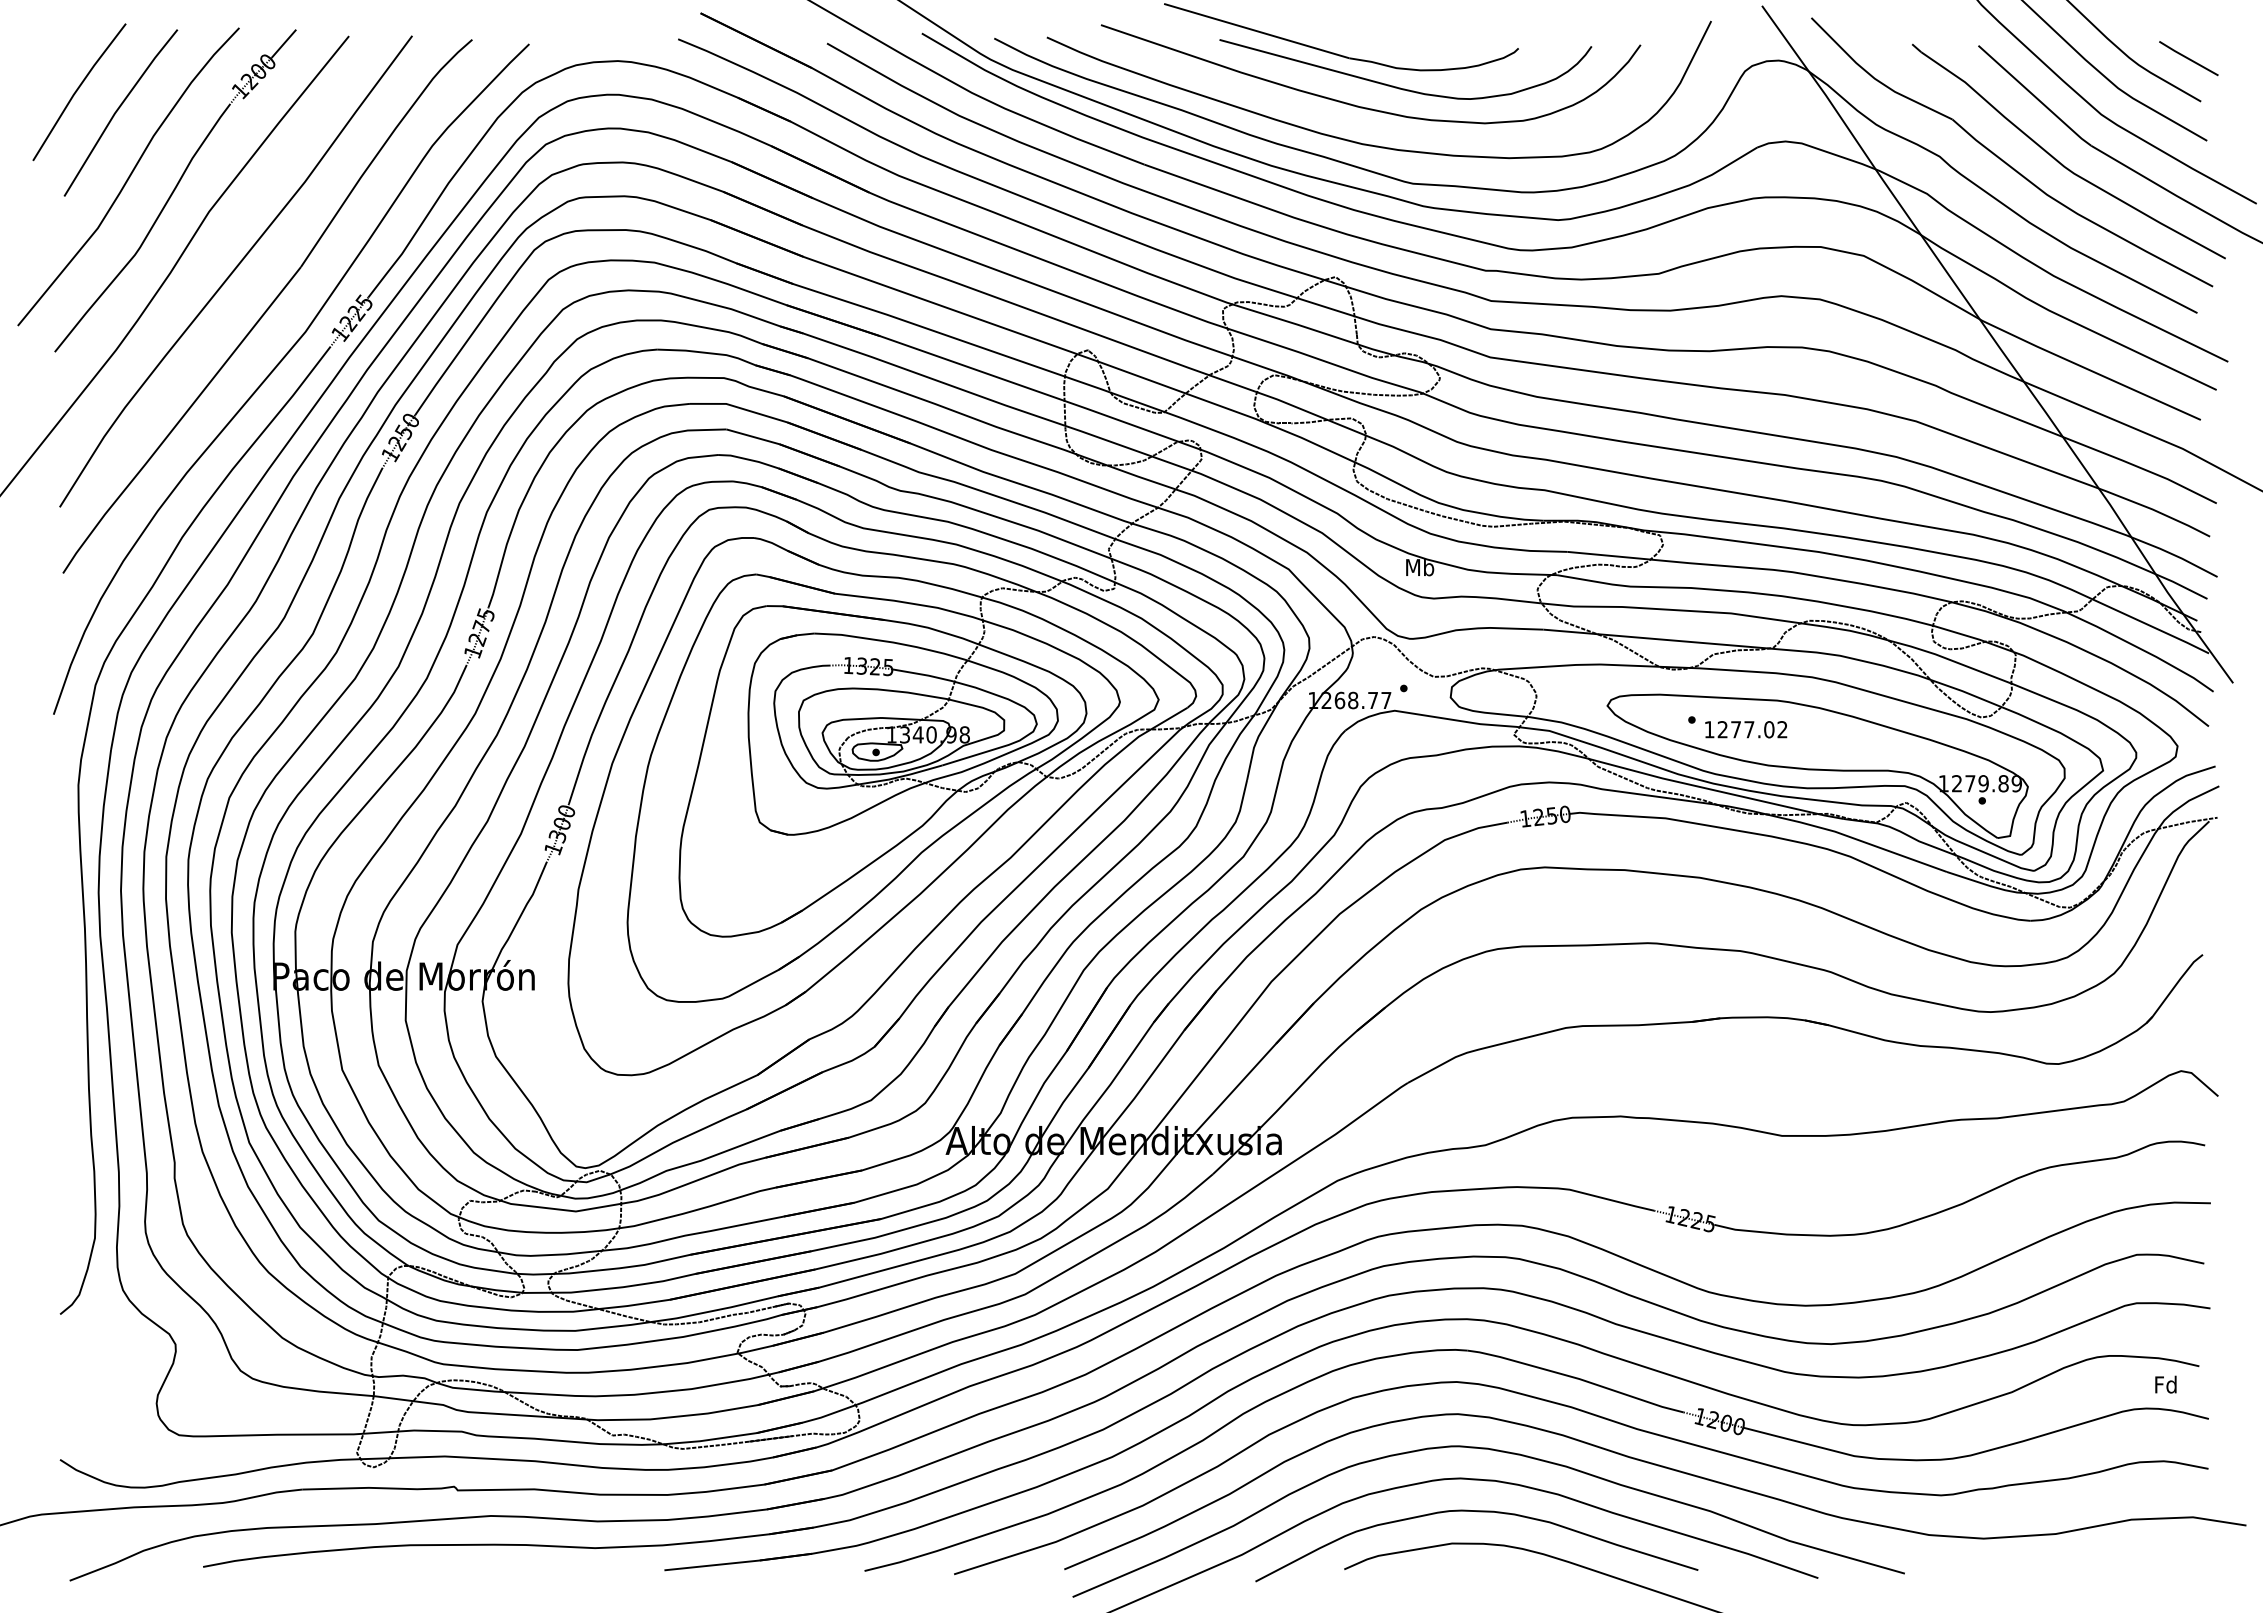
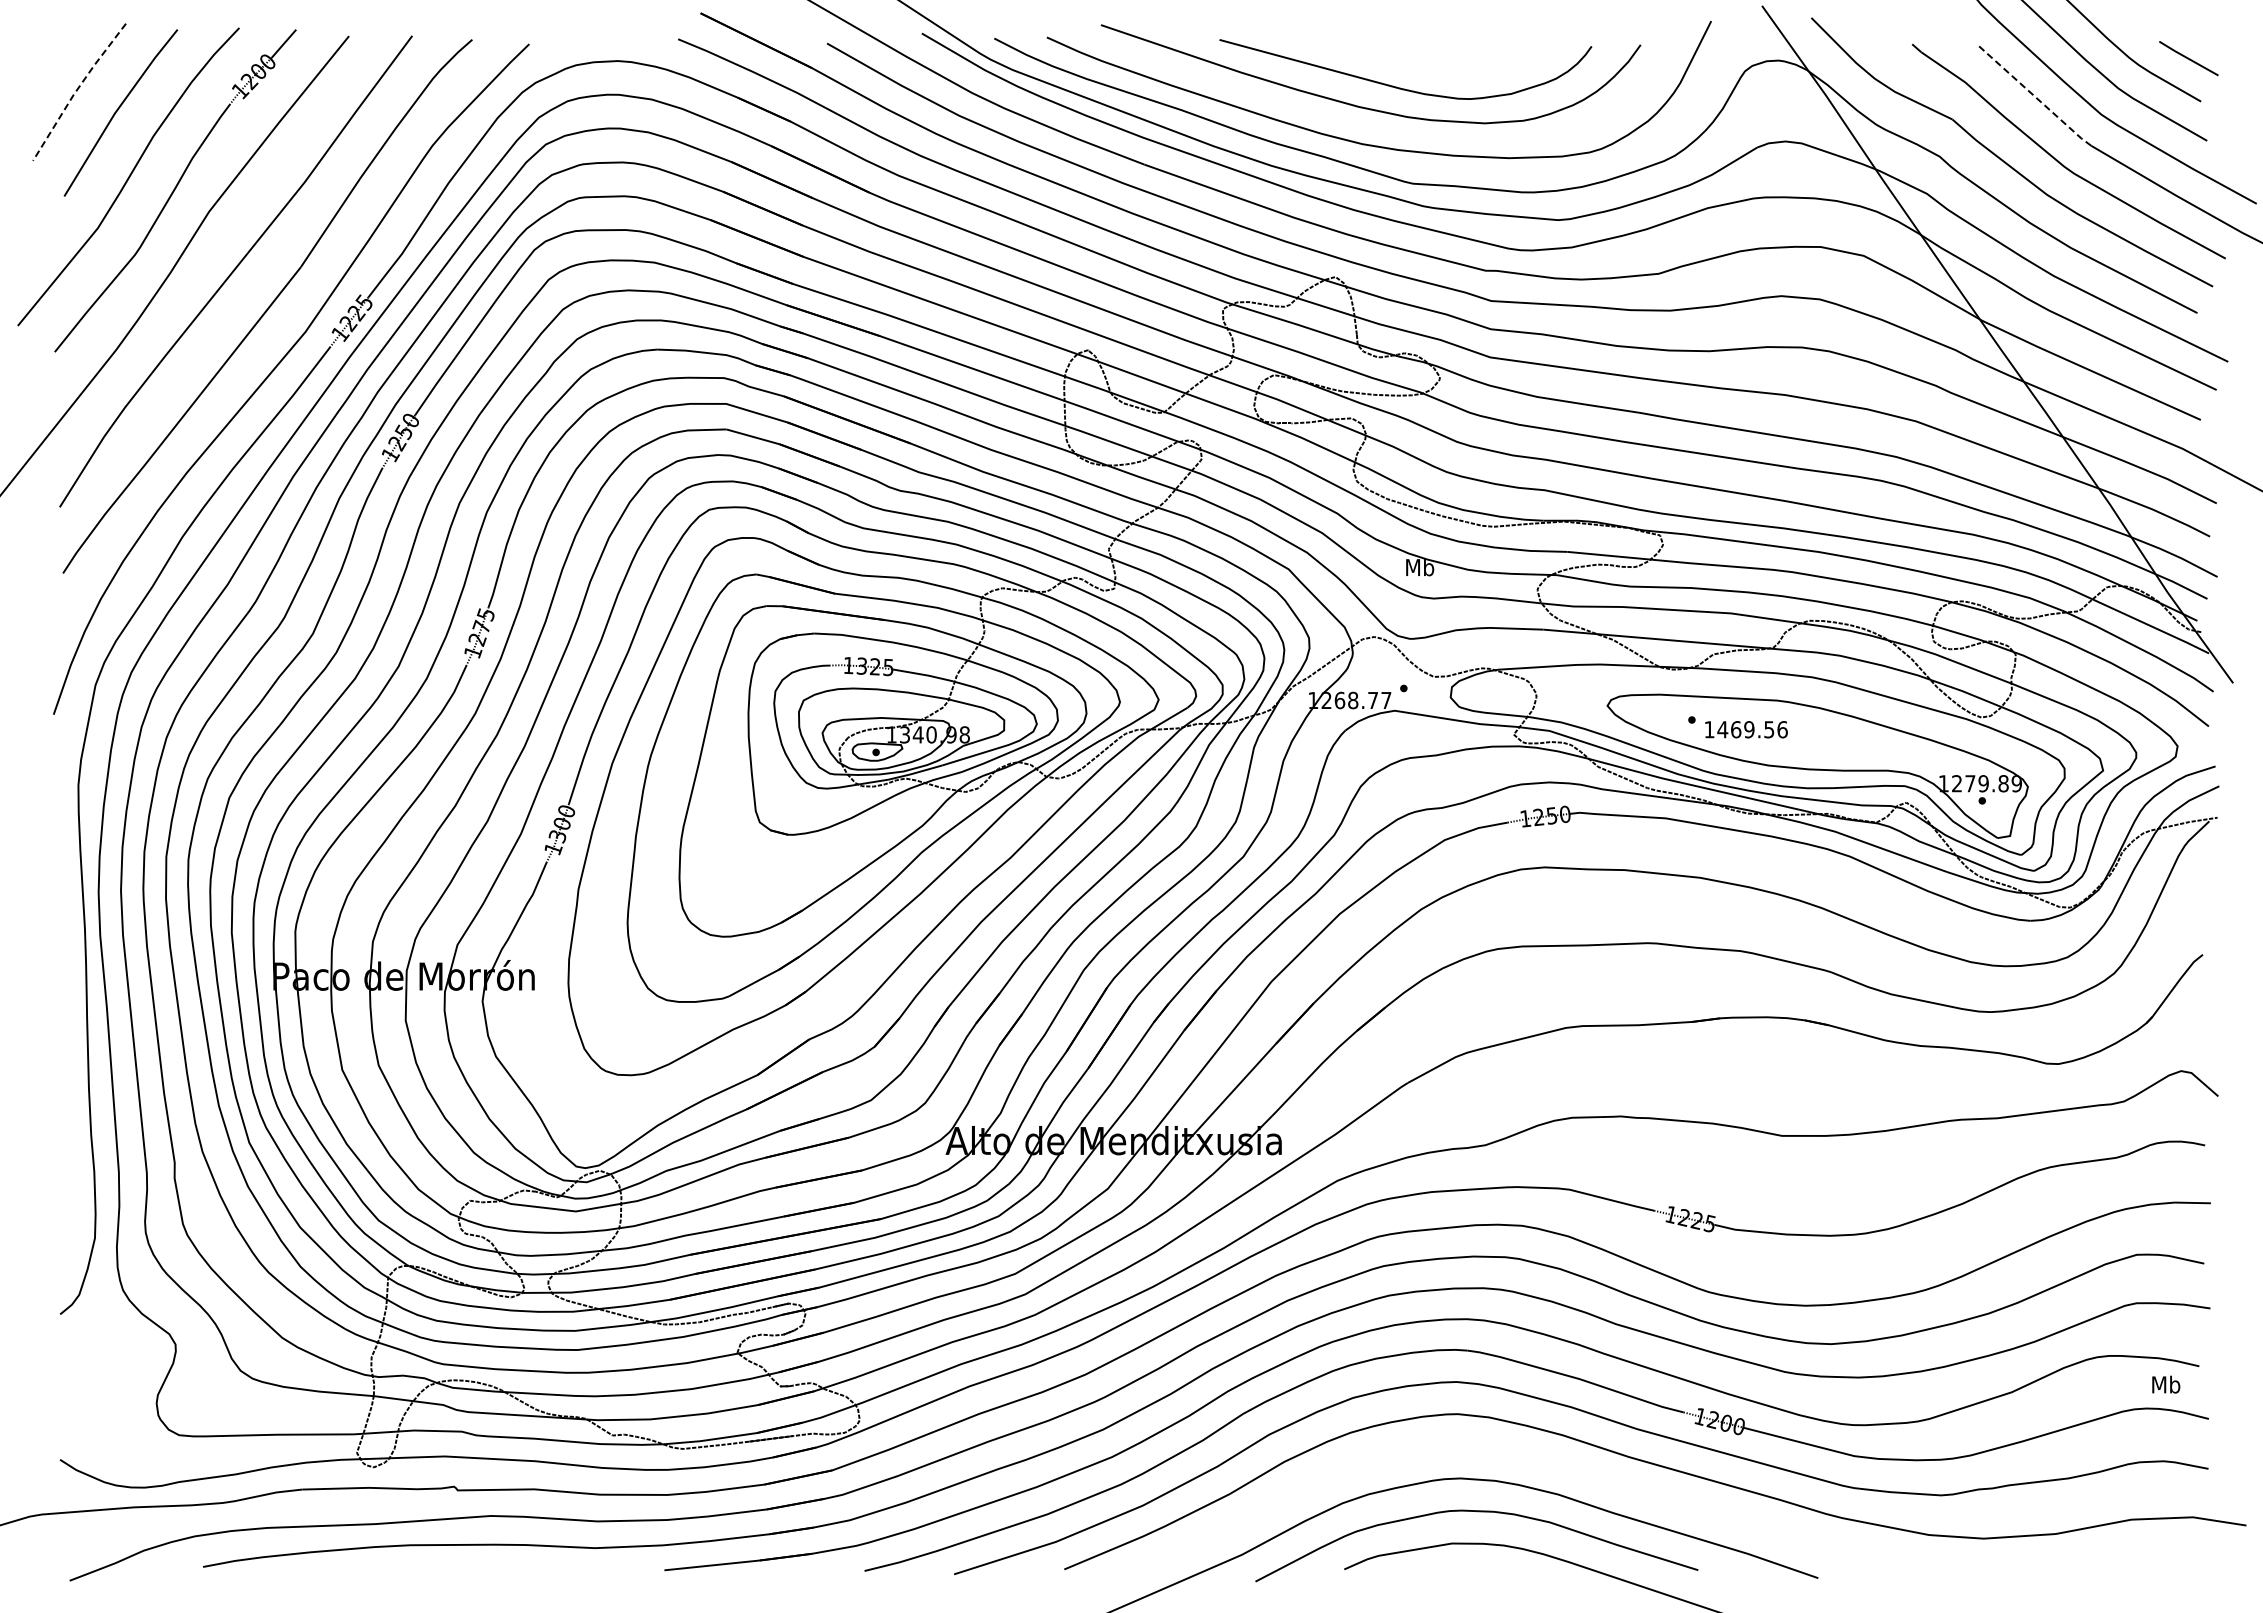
part at (1337, 53): present -> none
line at (76, 90): solid -> dashed
line at (2034, 96): solid -> dashed
text at (1752, 729): 1277.02 -> 1469.56
text at (2166, 1384): Fd -> Mb
curve at (1501, 1452): present -> none
